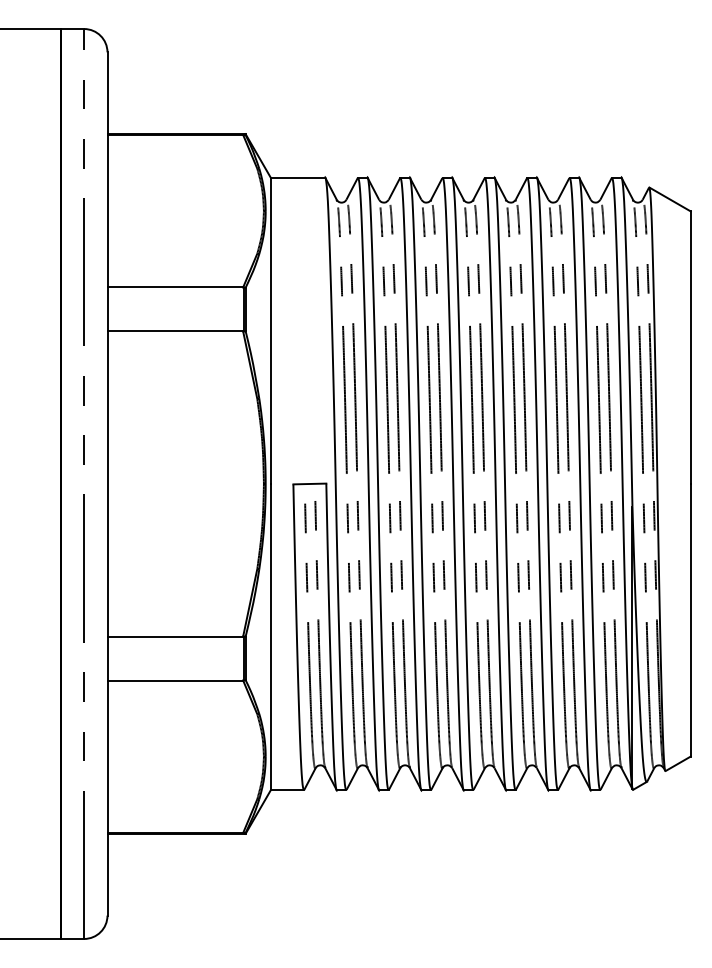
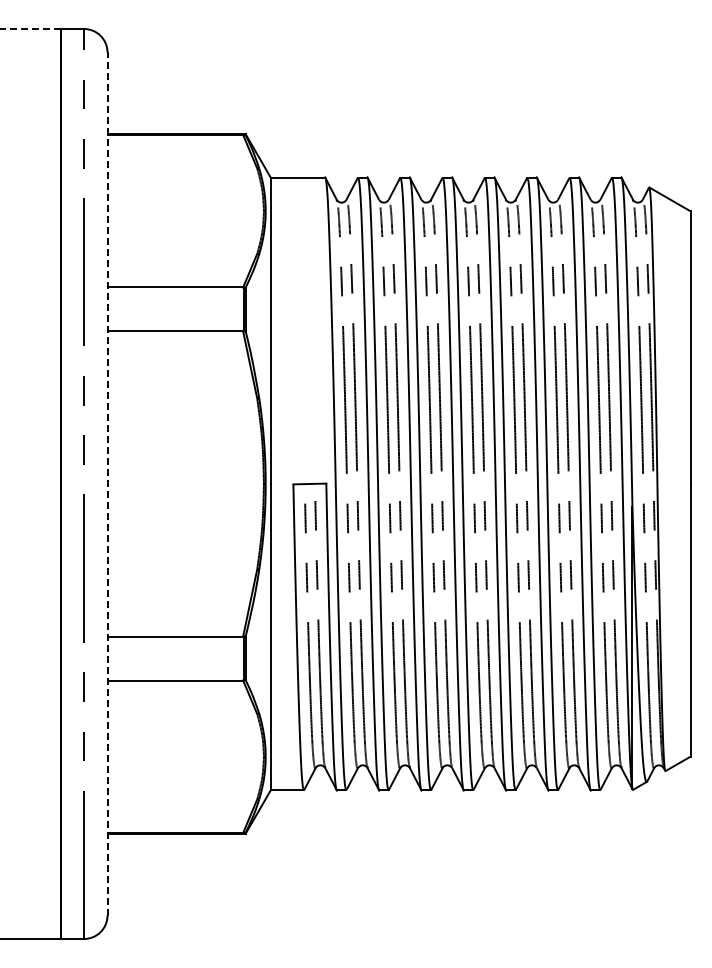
line at (30, 29): solid -> dashed
line at (107, 484): solid -> dashed
